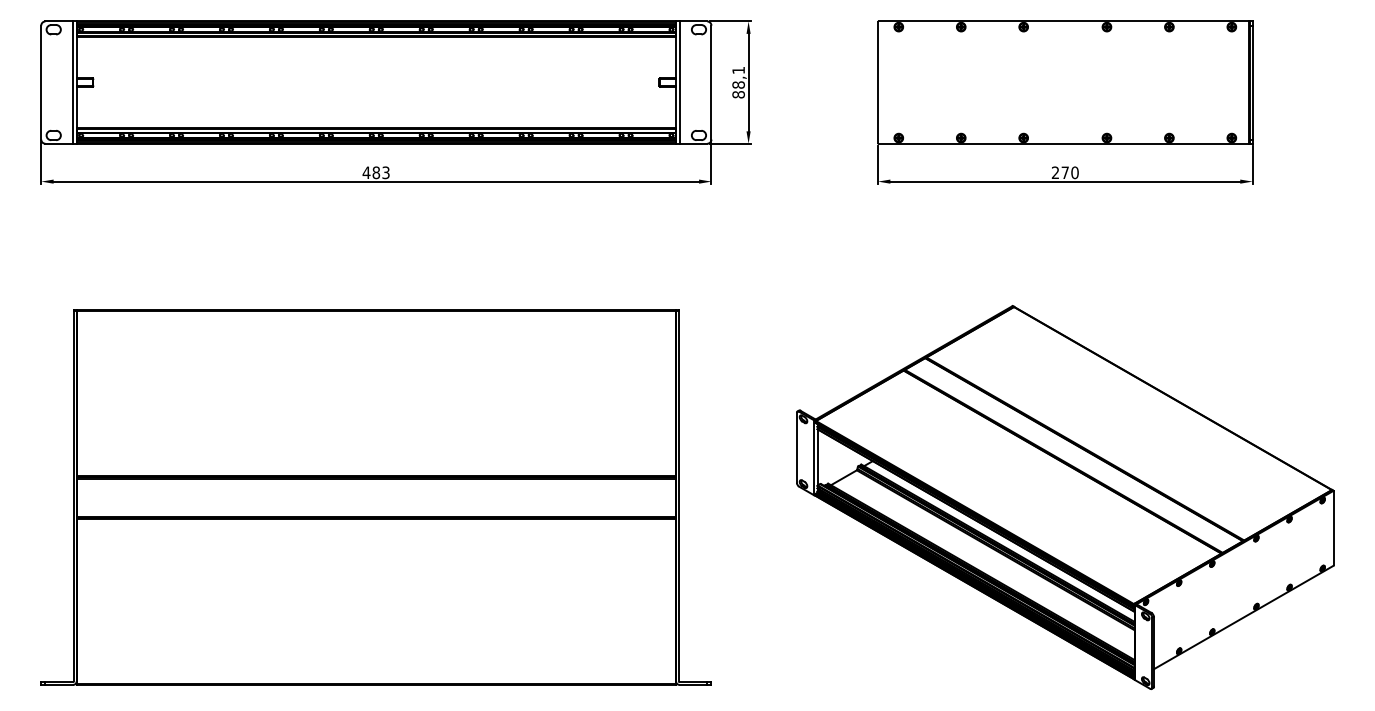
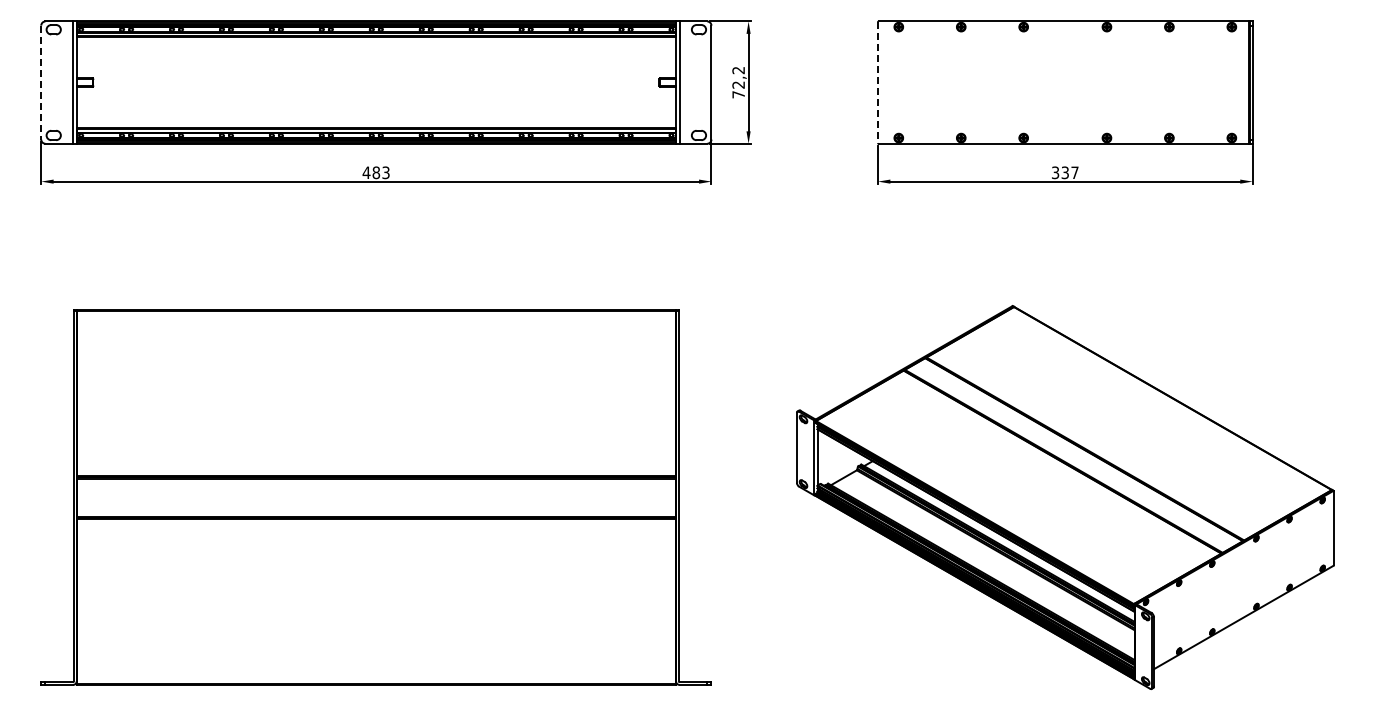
line at (41, 82): solid -> dashed
text at (738, 82): 88,1 -> 72,2
line at (877, 83): solid -> dashed
text at (1065, 172): 270 -> 337
